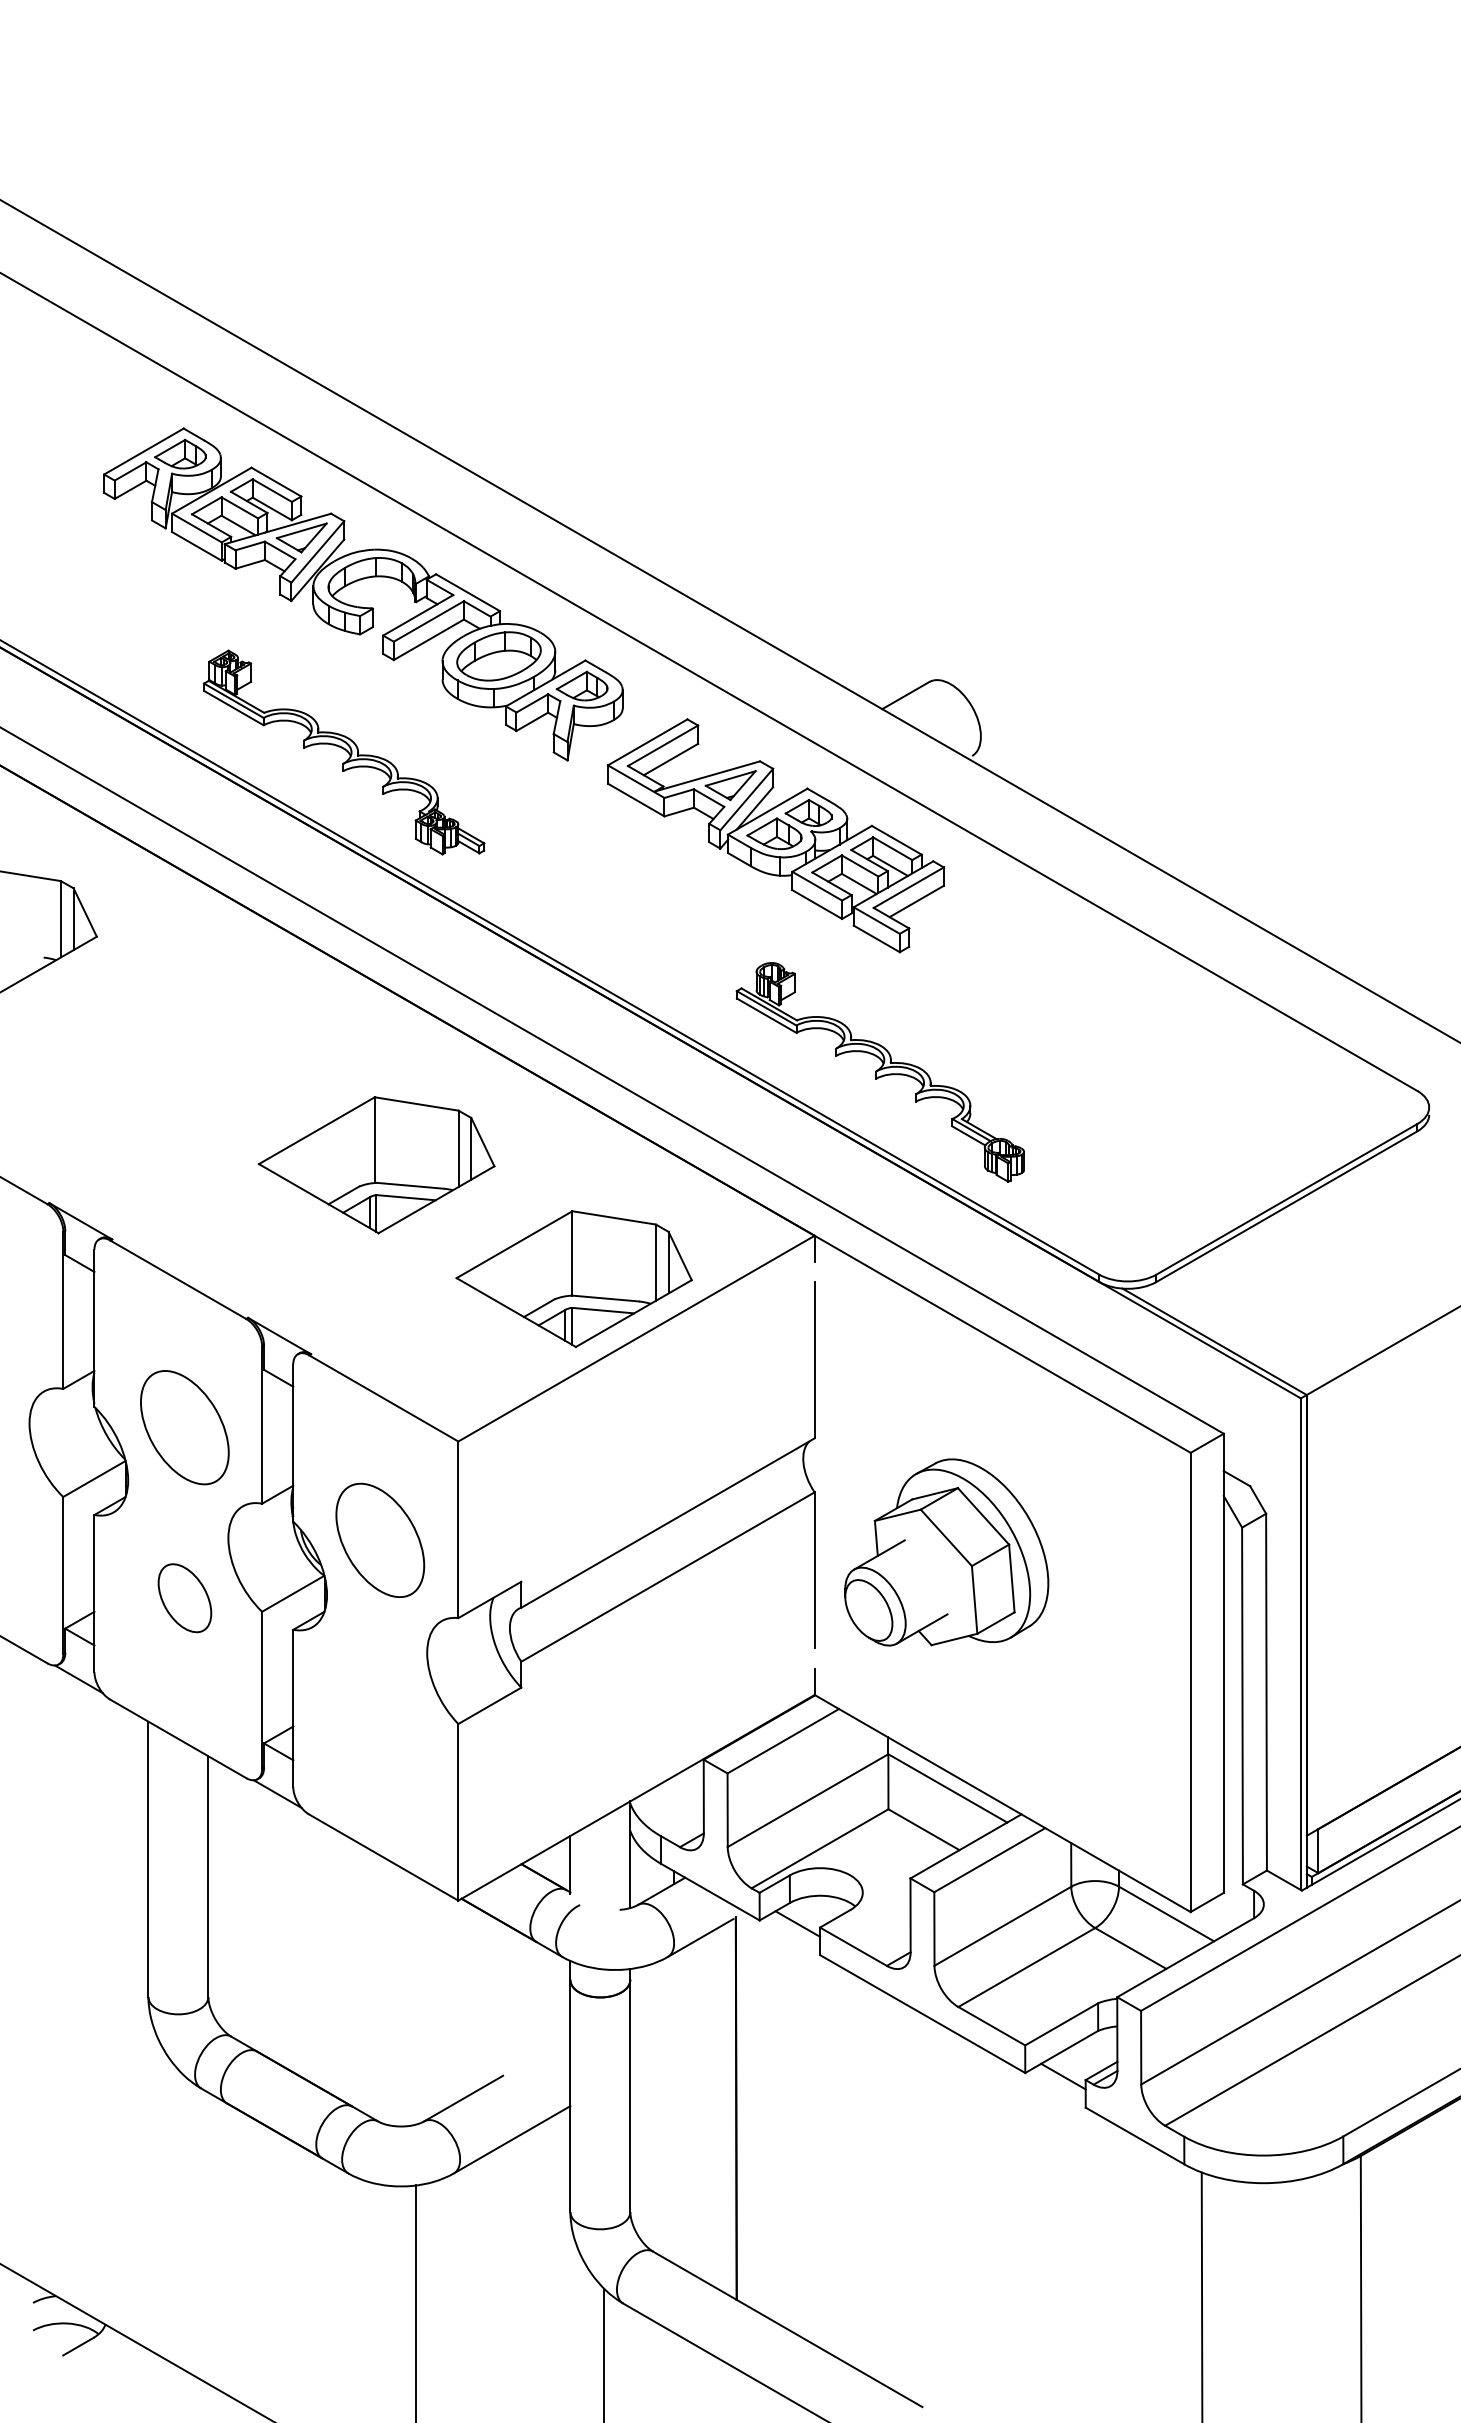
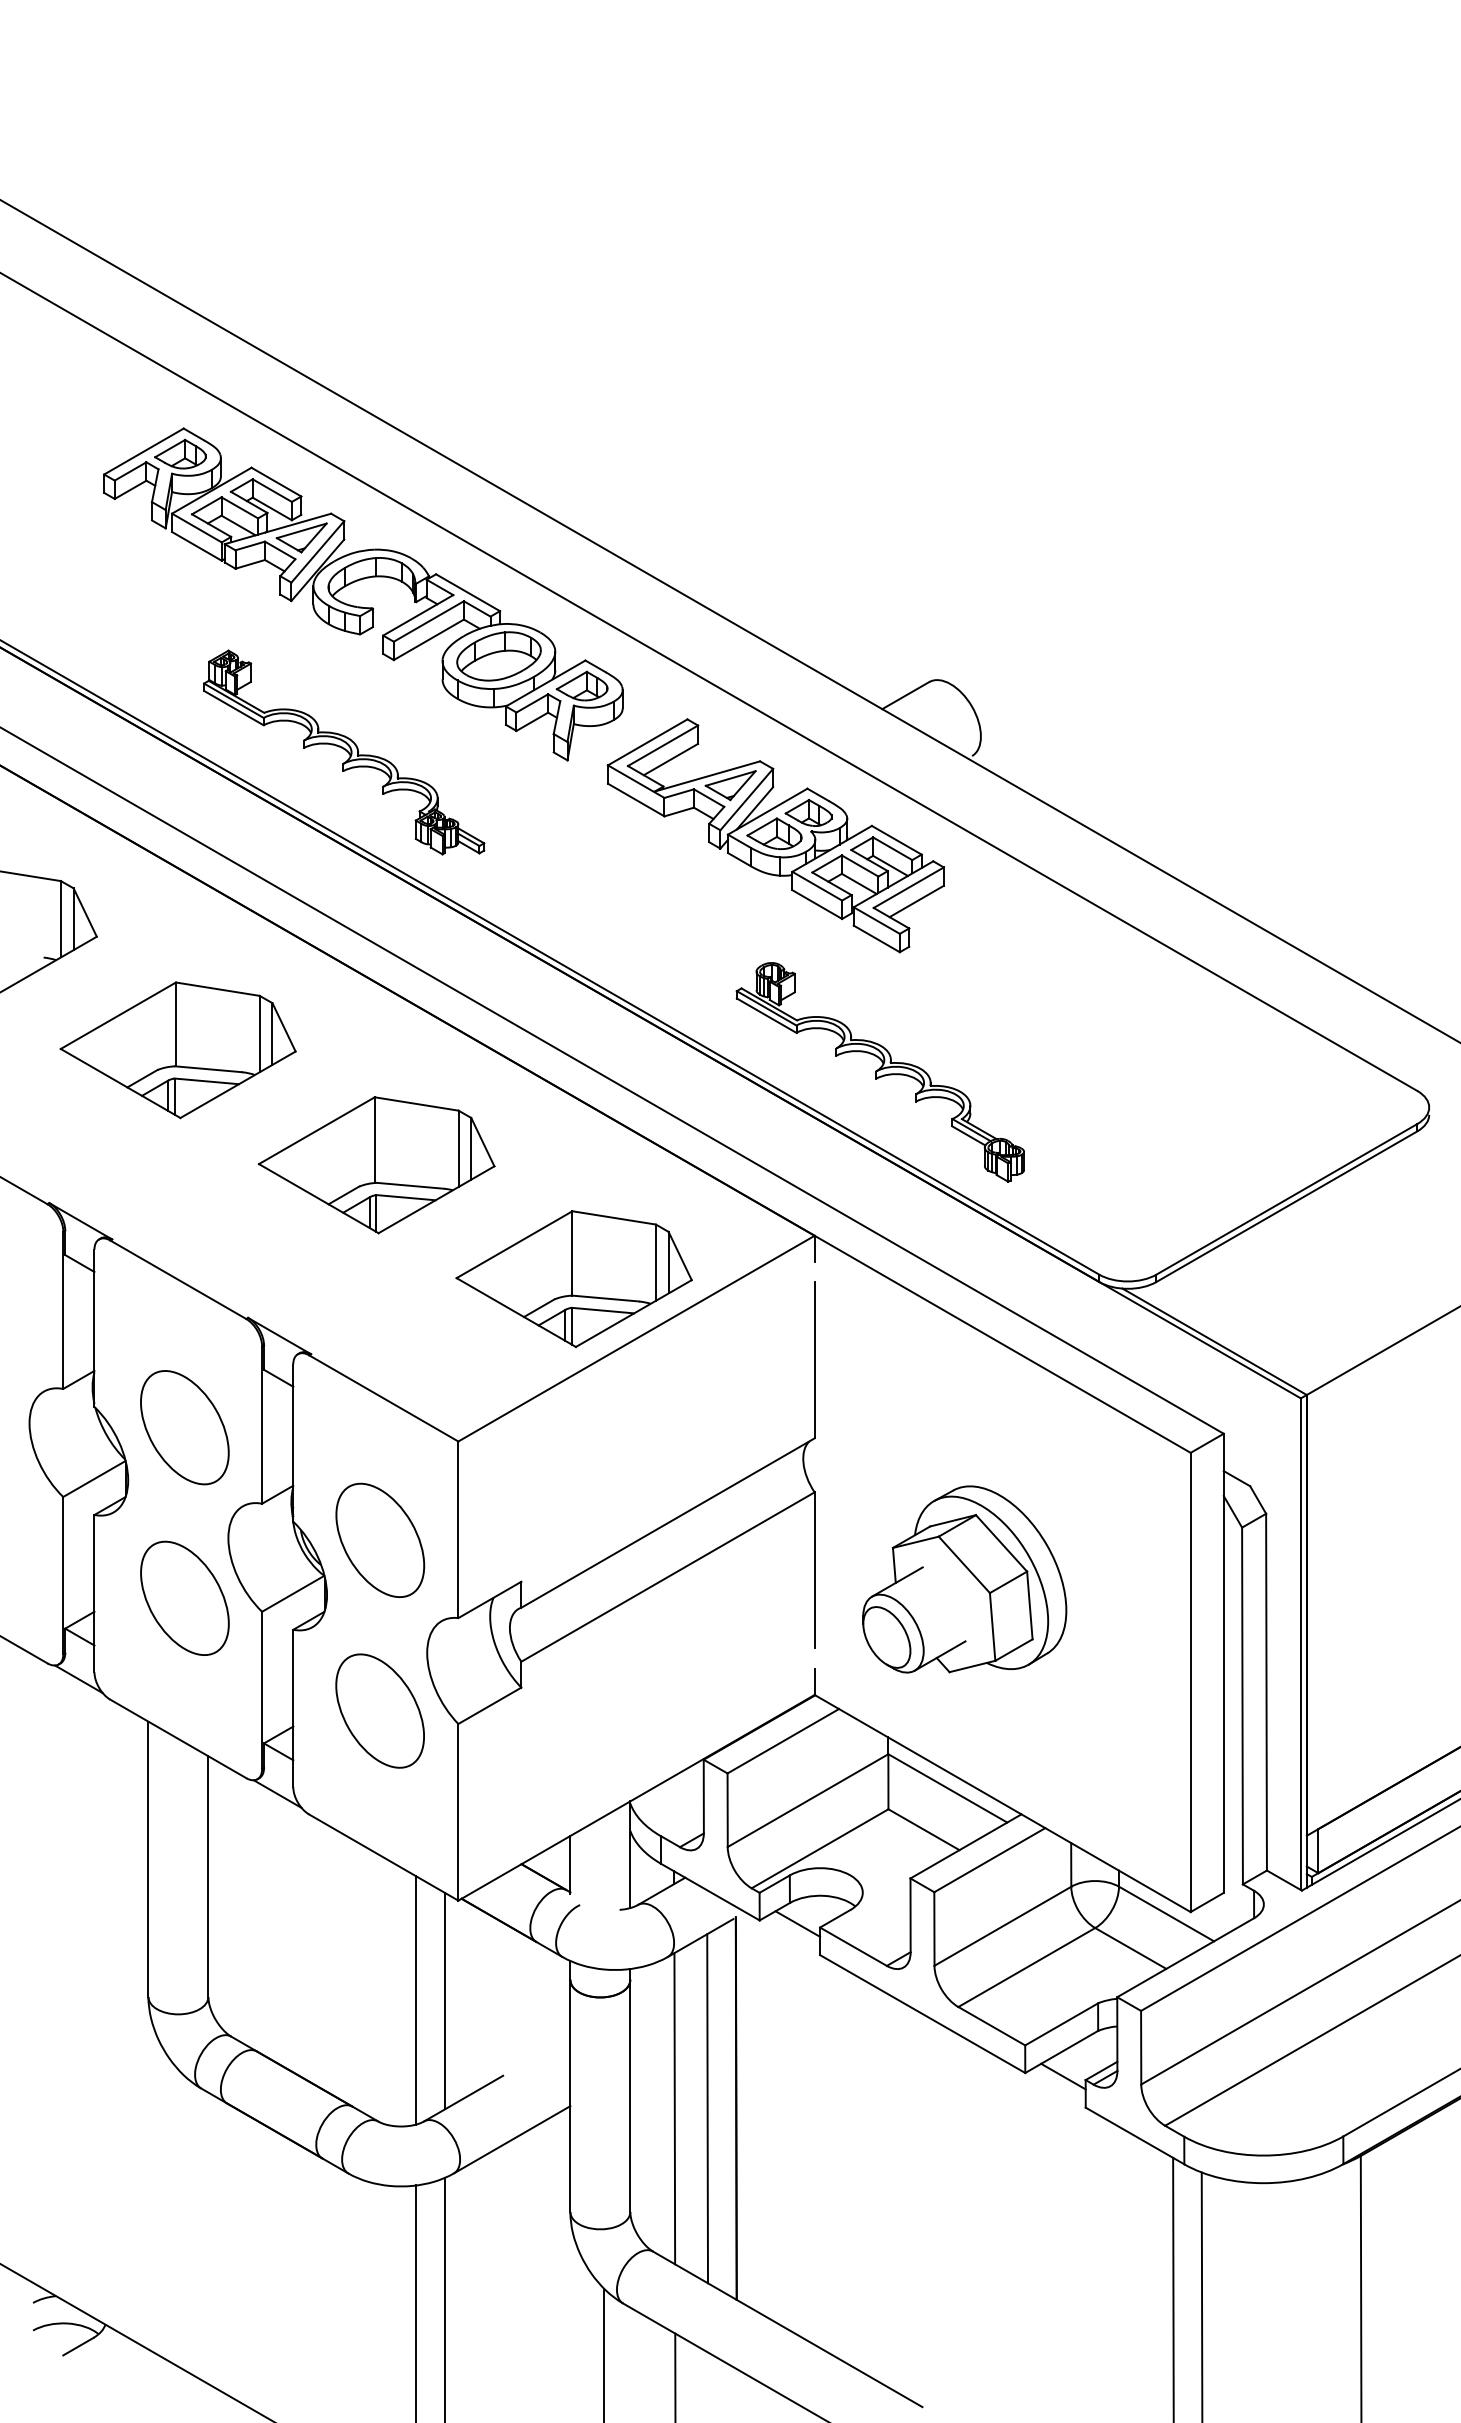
part at (177, 1050): none -> present
part at (946, 1552) position: (946, 1552) -> (964, 1579)
part at (184, 1598) size: 56x71 px -> 90x116 px
part at (379, 1710): none -> present
line at (416, 2000): none -> present
line at (444, 2000): none -> present
line at (674, 2108): none -> present
line at (707, 2108): none -> present
line at (1173, 2288): none -> present
line at (444, 2298): none -> present
line at (675, 2376): none -> present
